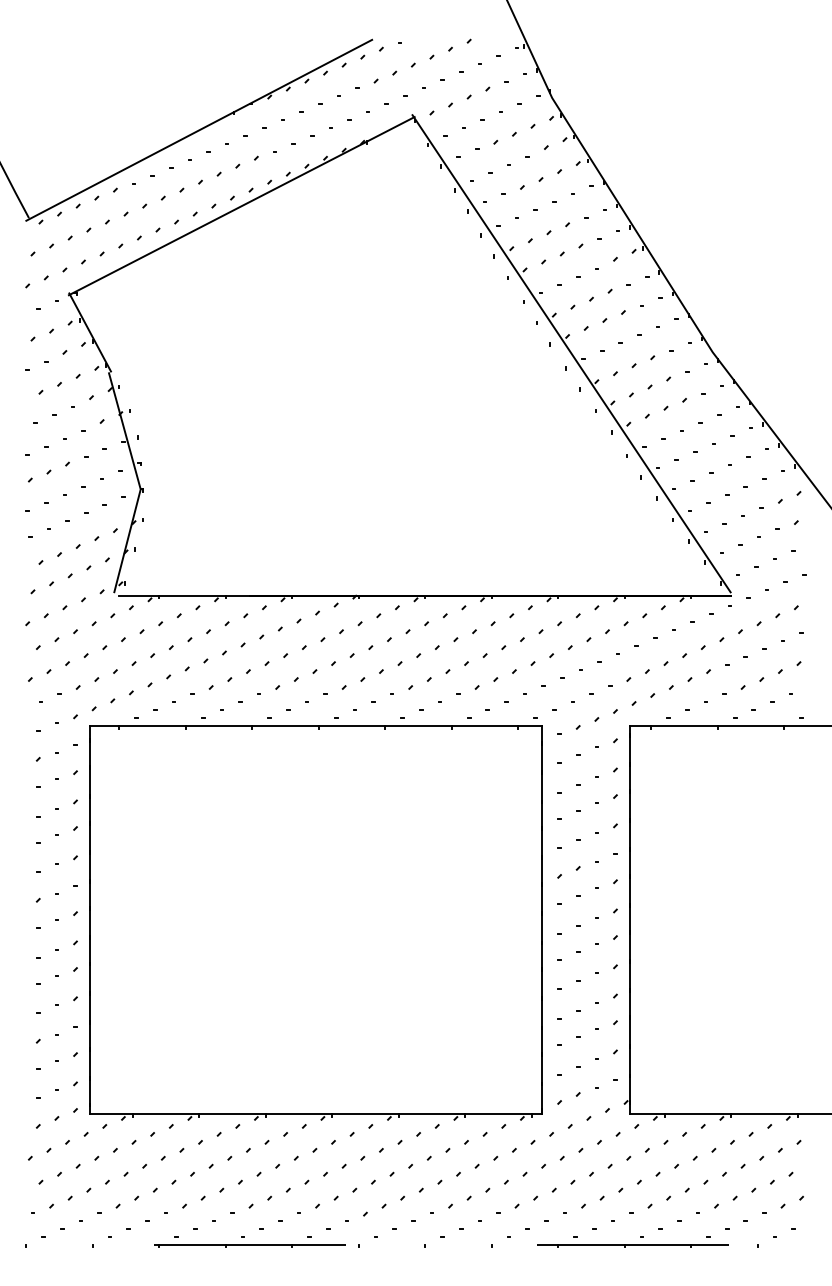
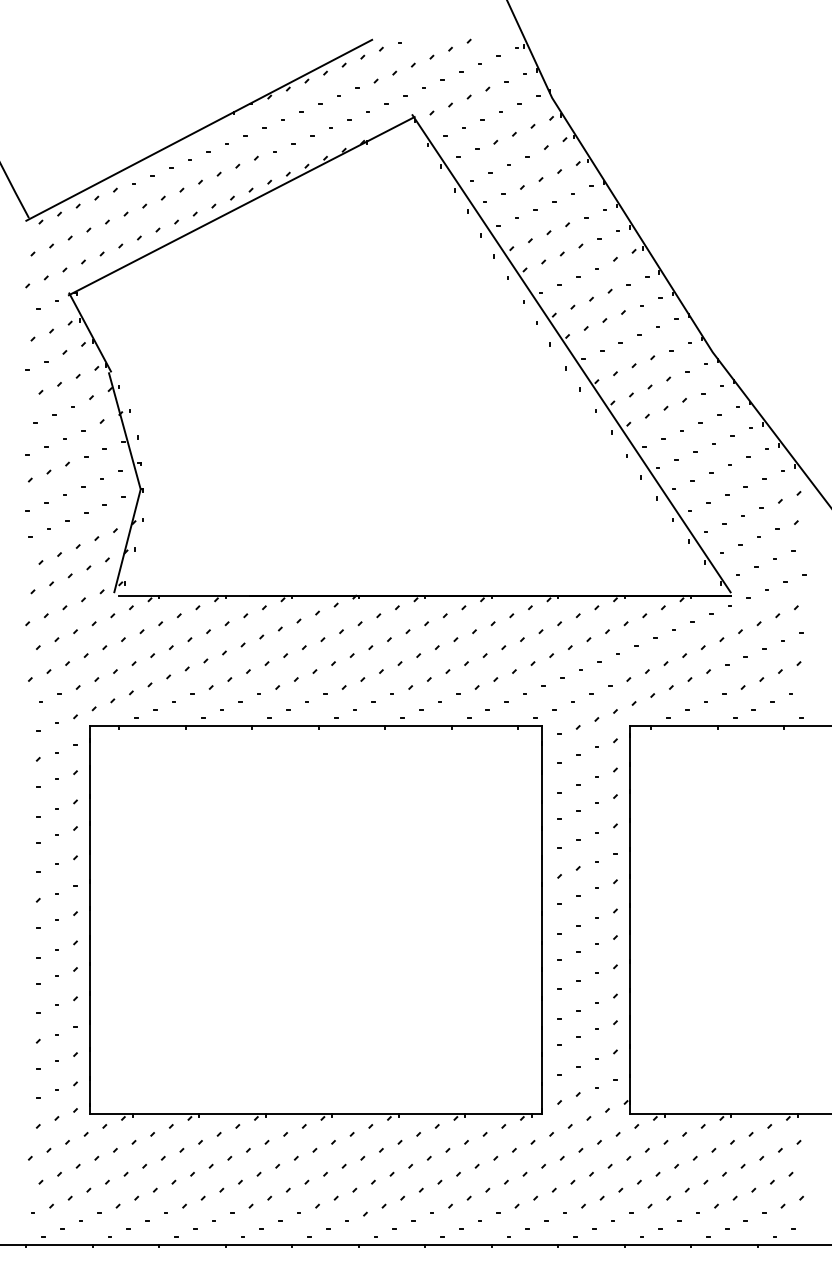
line at (416, 1244): dashed -> solid
